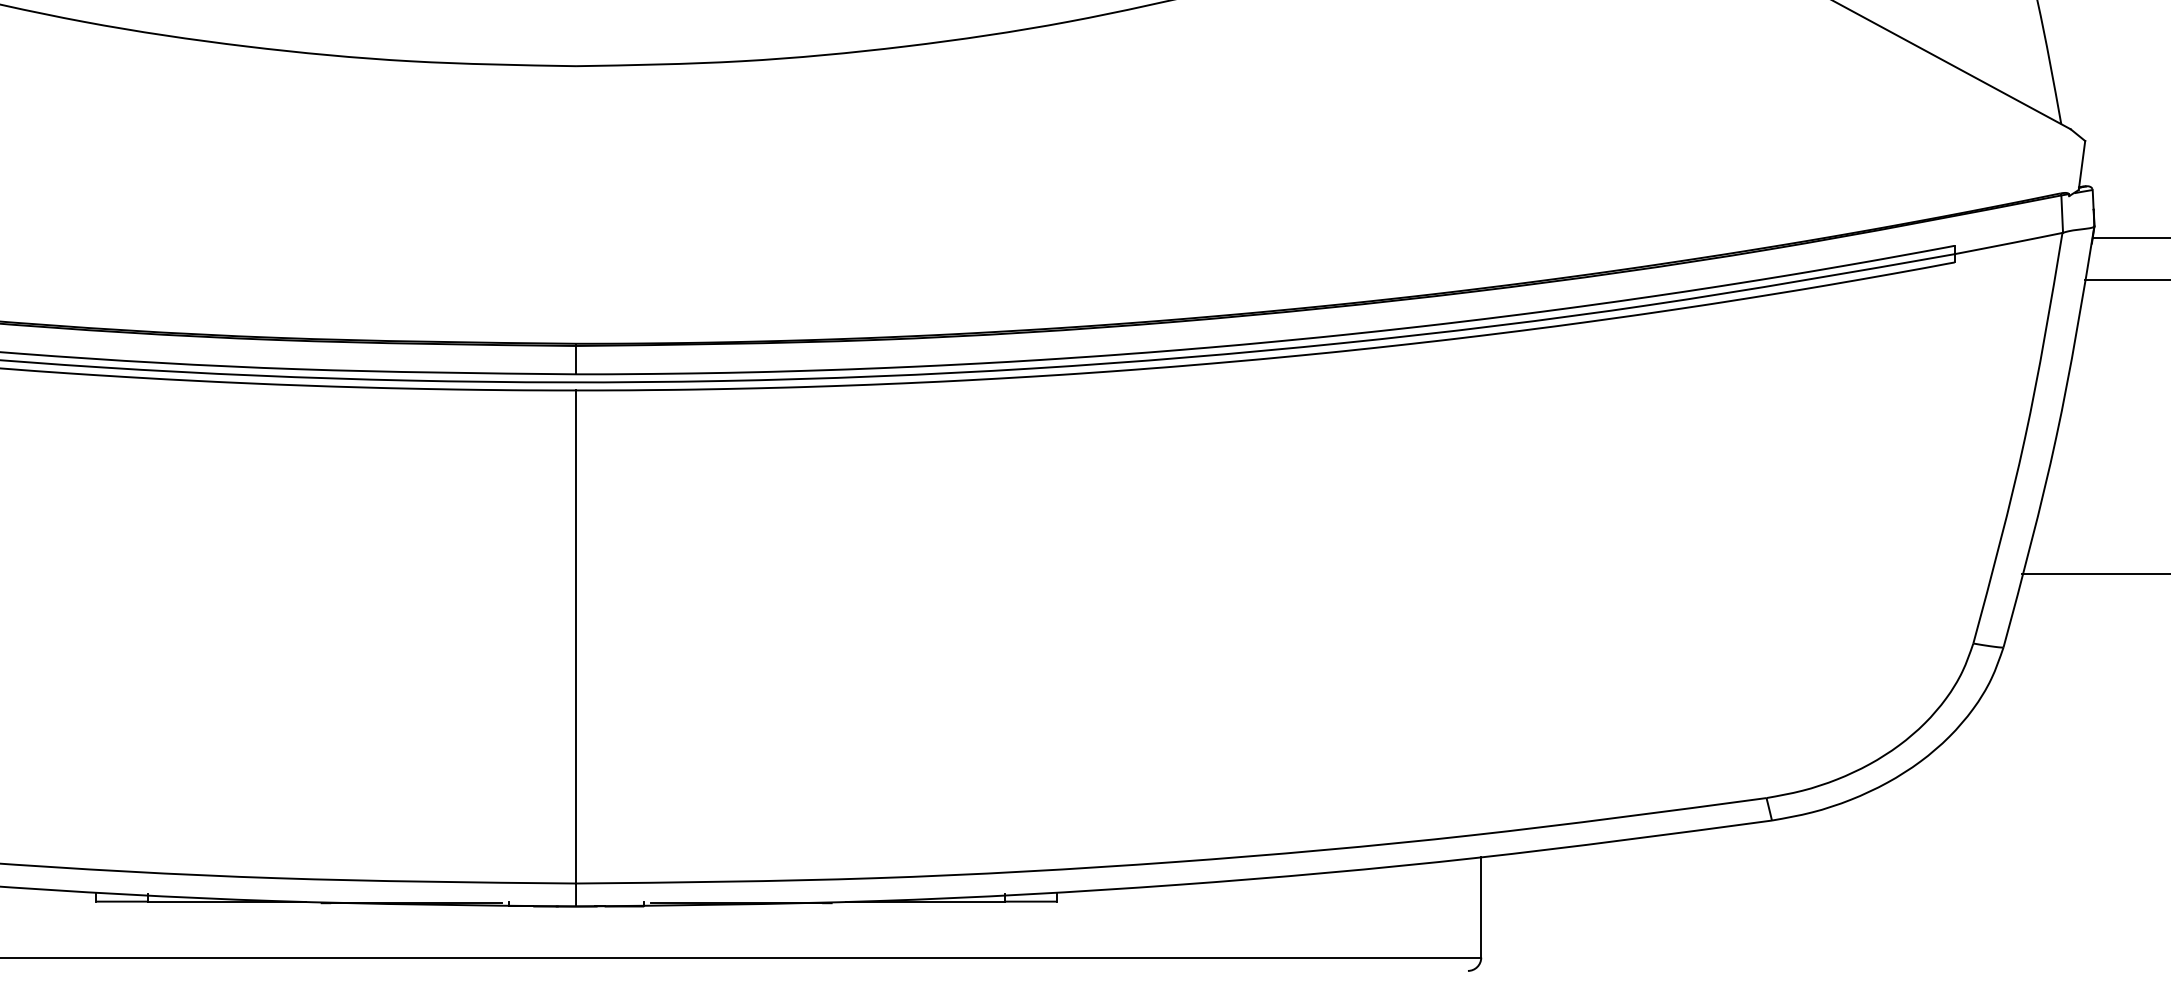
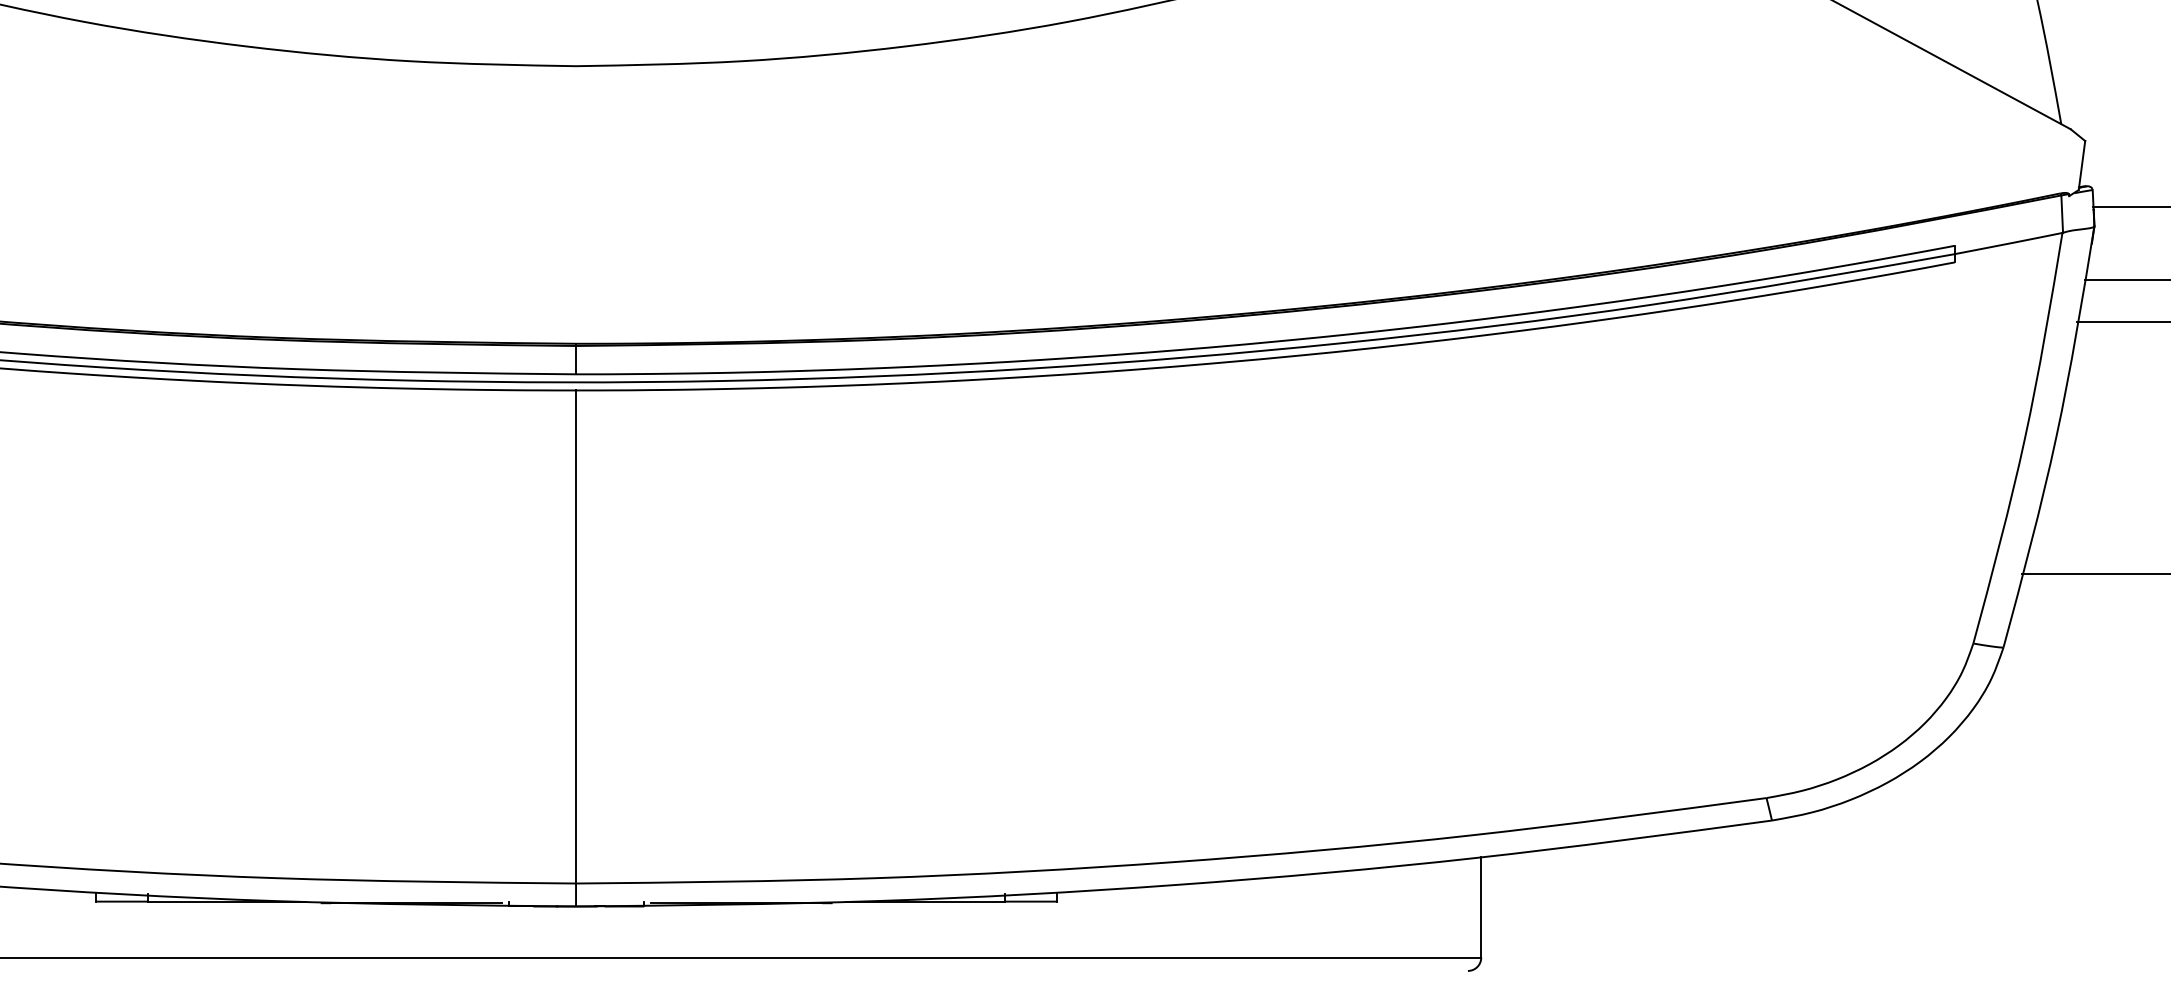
line at (2130, 237) position: (2130, 237) -> (2130, 206)
line at (2122, 322): none -> present
